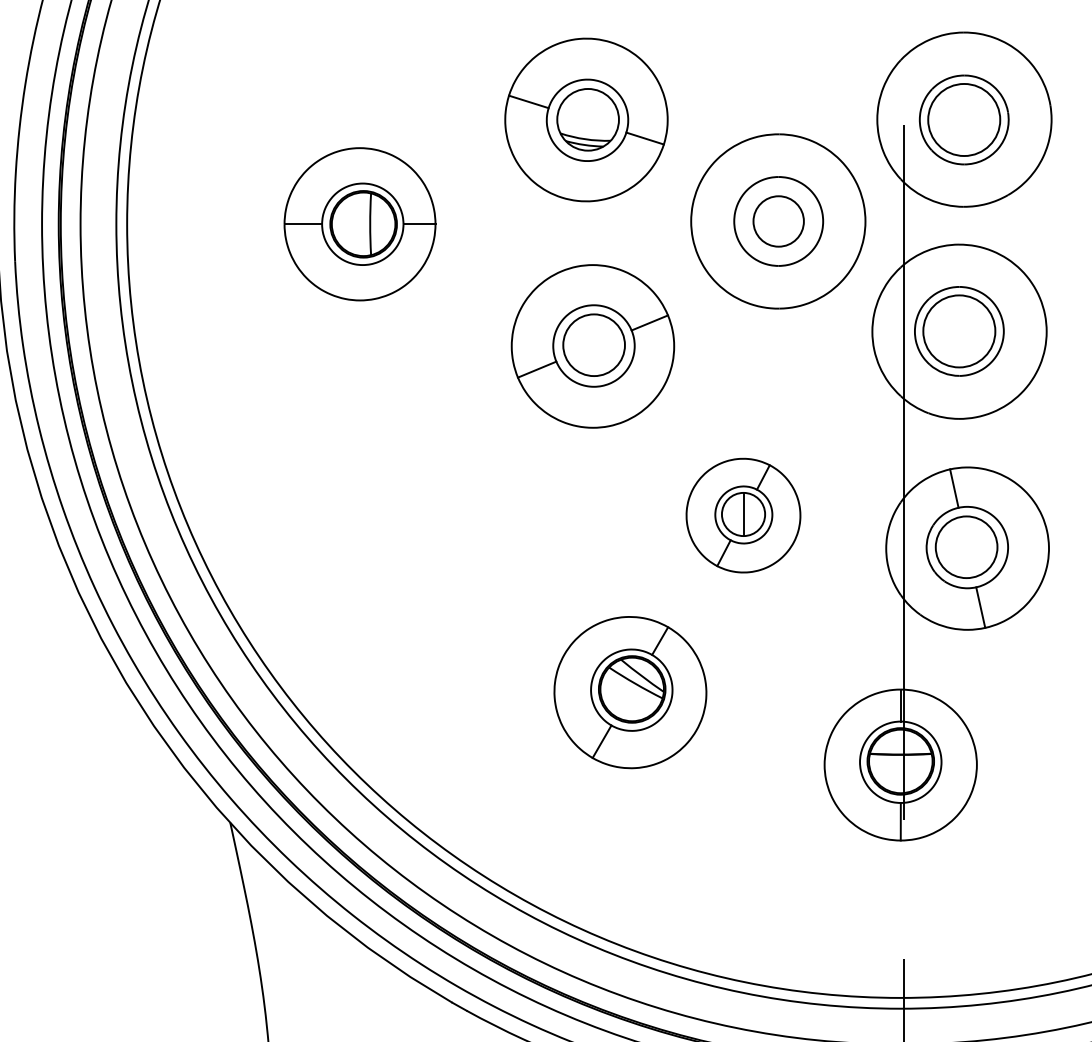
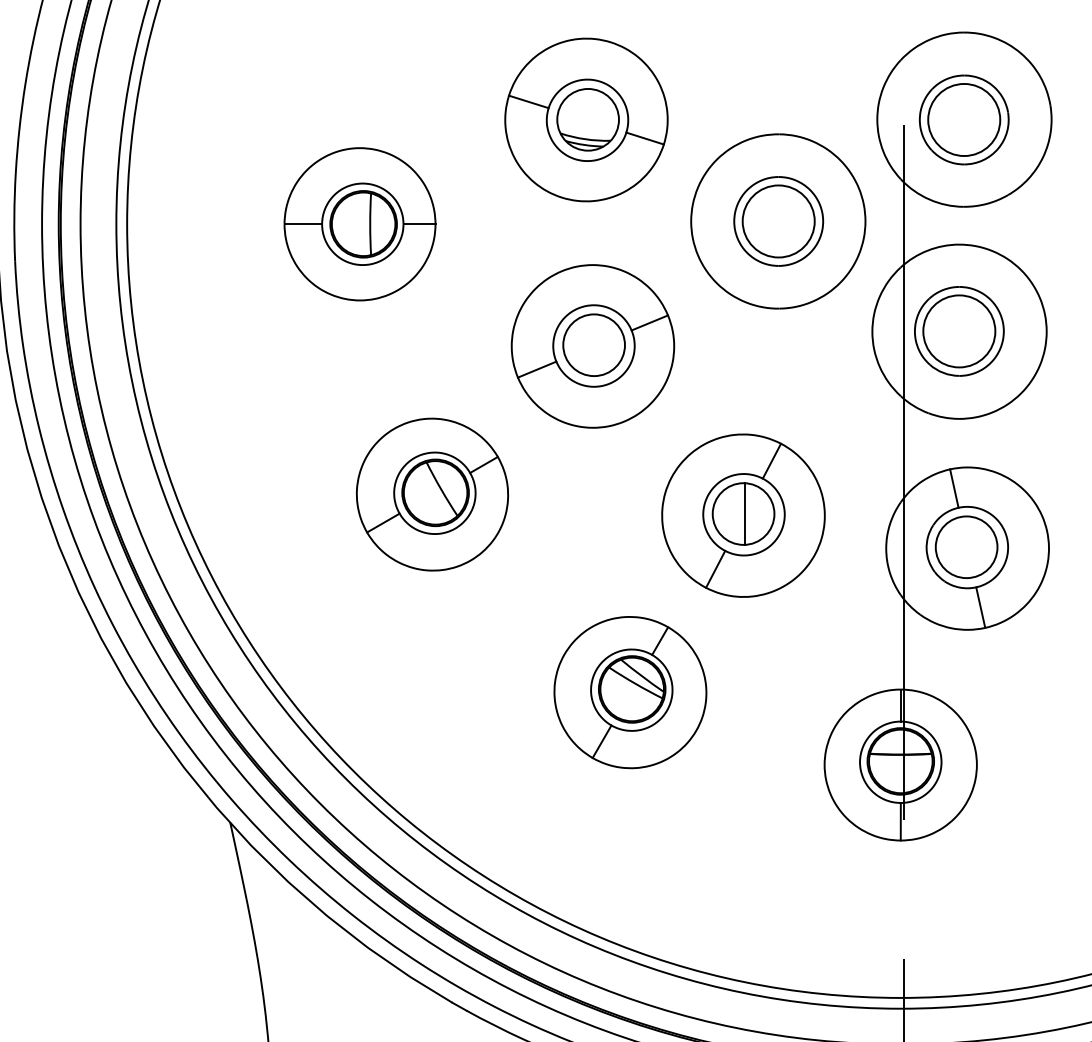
circle at (778, 221) diameter: 50 px -> 72 px
part at (432, 494): none -> present
part at (743, 515) size: 117x117 px -> 165x165 px
